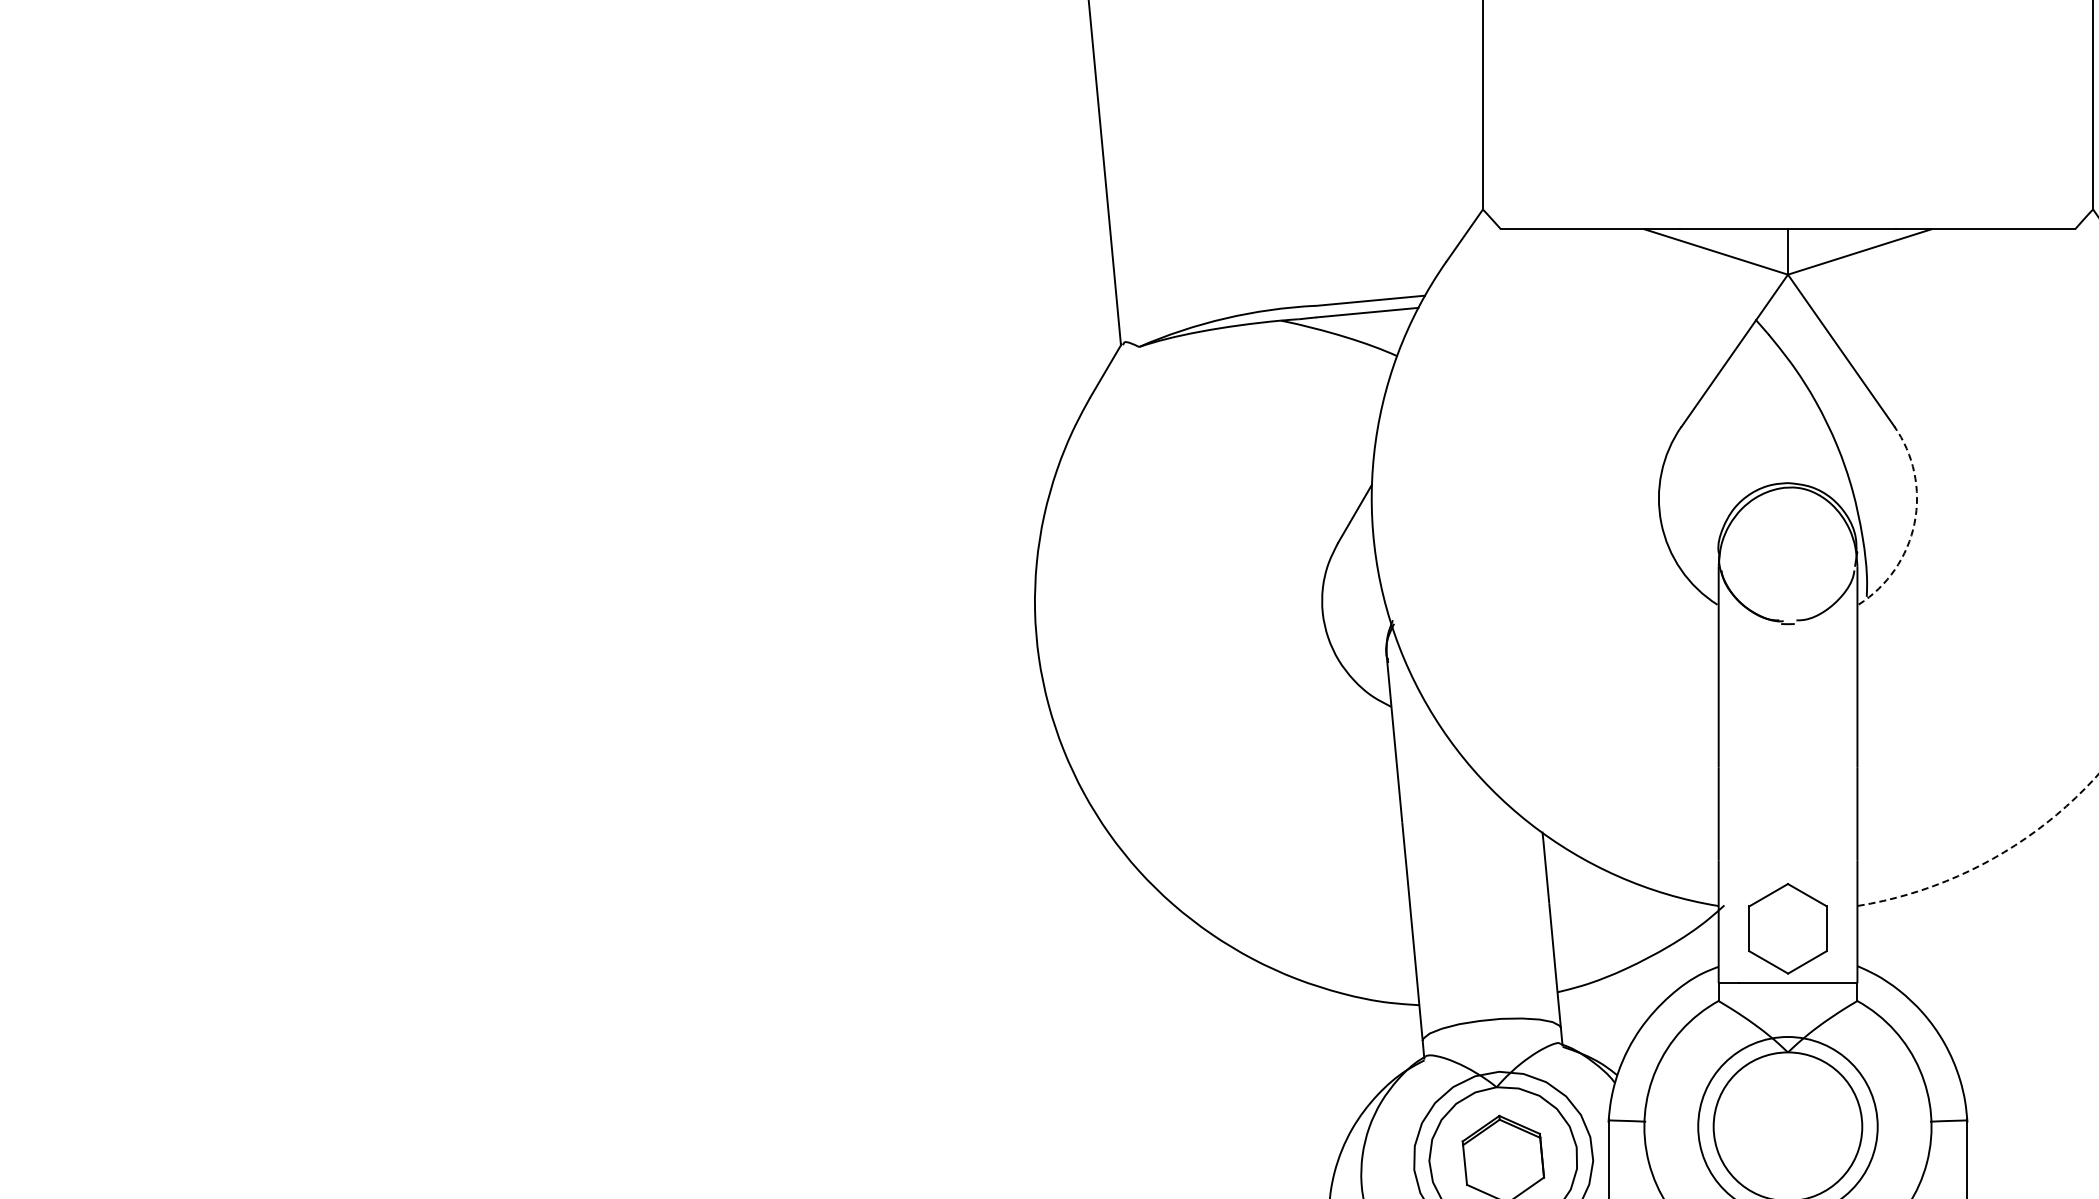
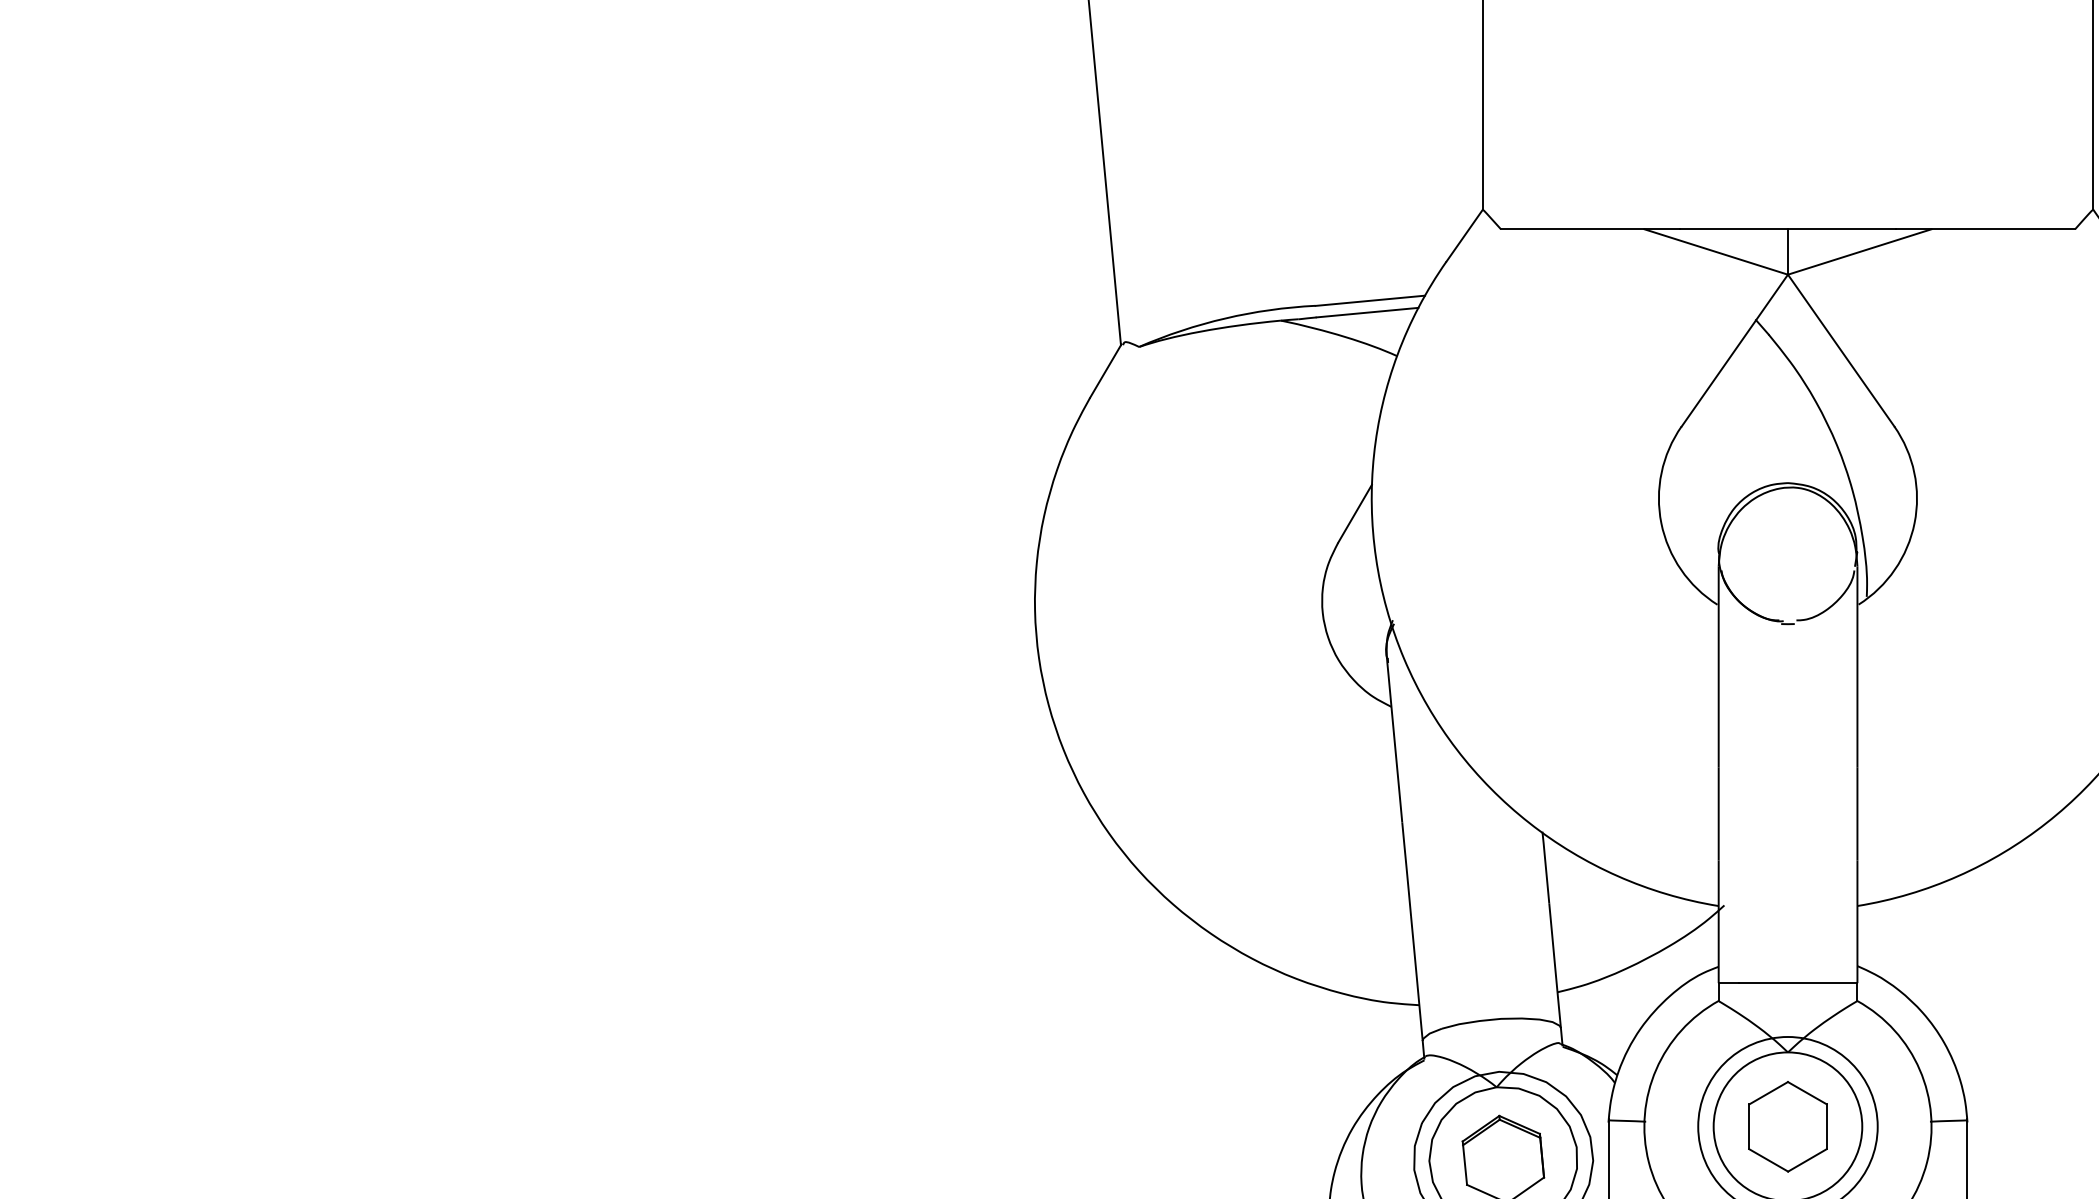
arc at (1914, 523): dashed -> solid
arc at (1988, 861): dashed -> solid
part at (1787, 928) position: (1787, 928) -> (1787, 1126)
